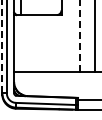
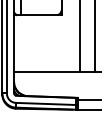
line at (80, 35): dashed -> solid
line at (2, 46): dashed -> solid
